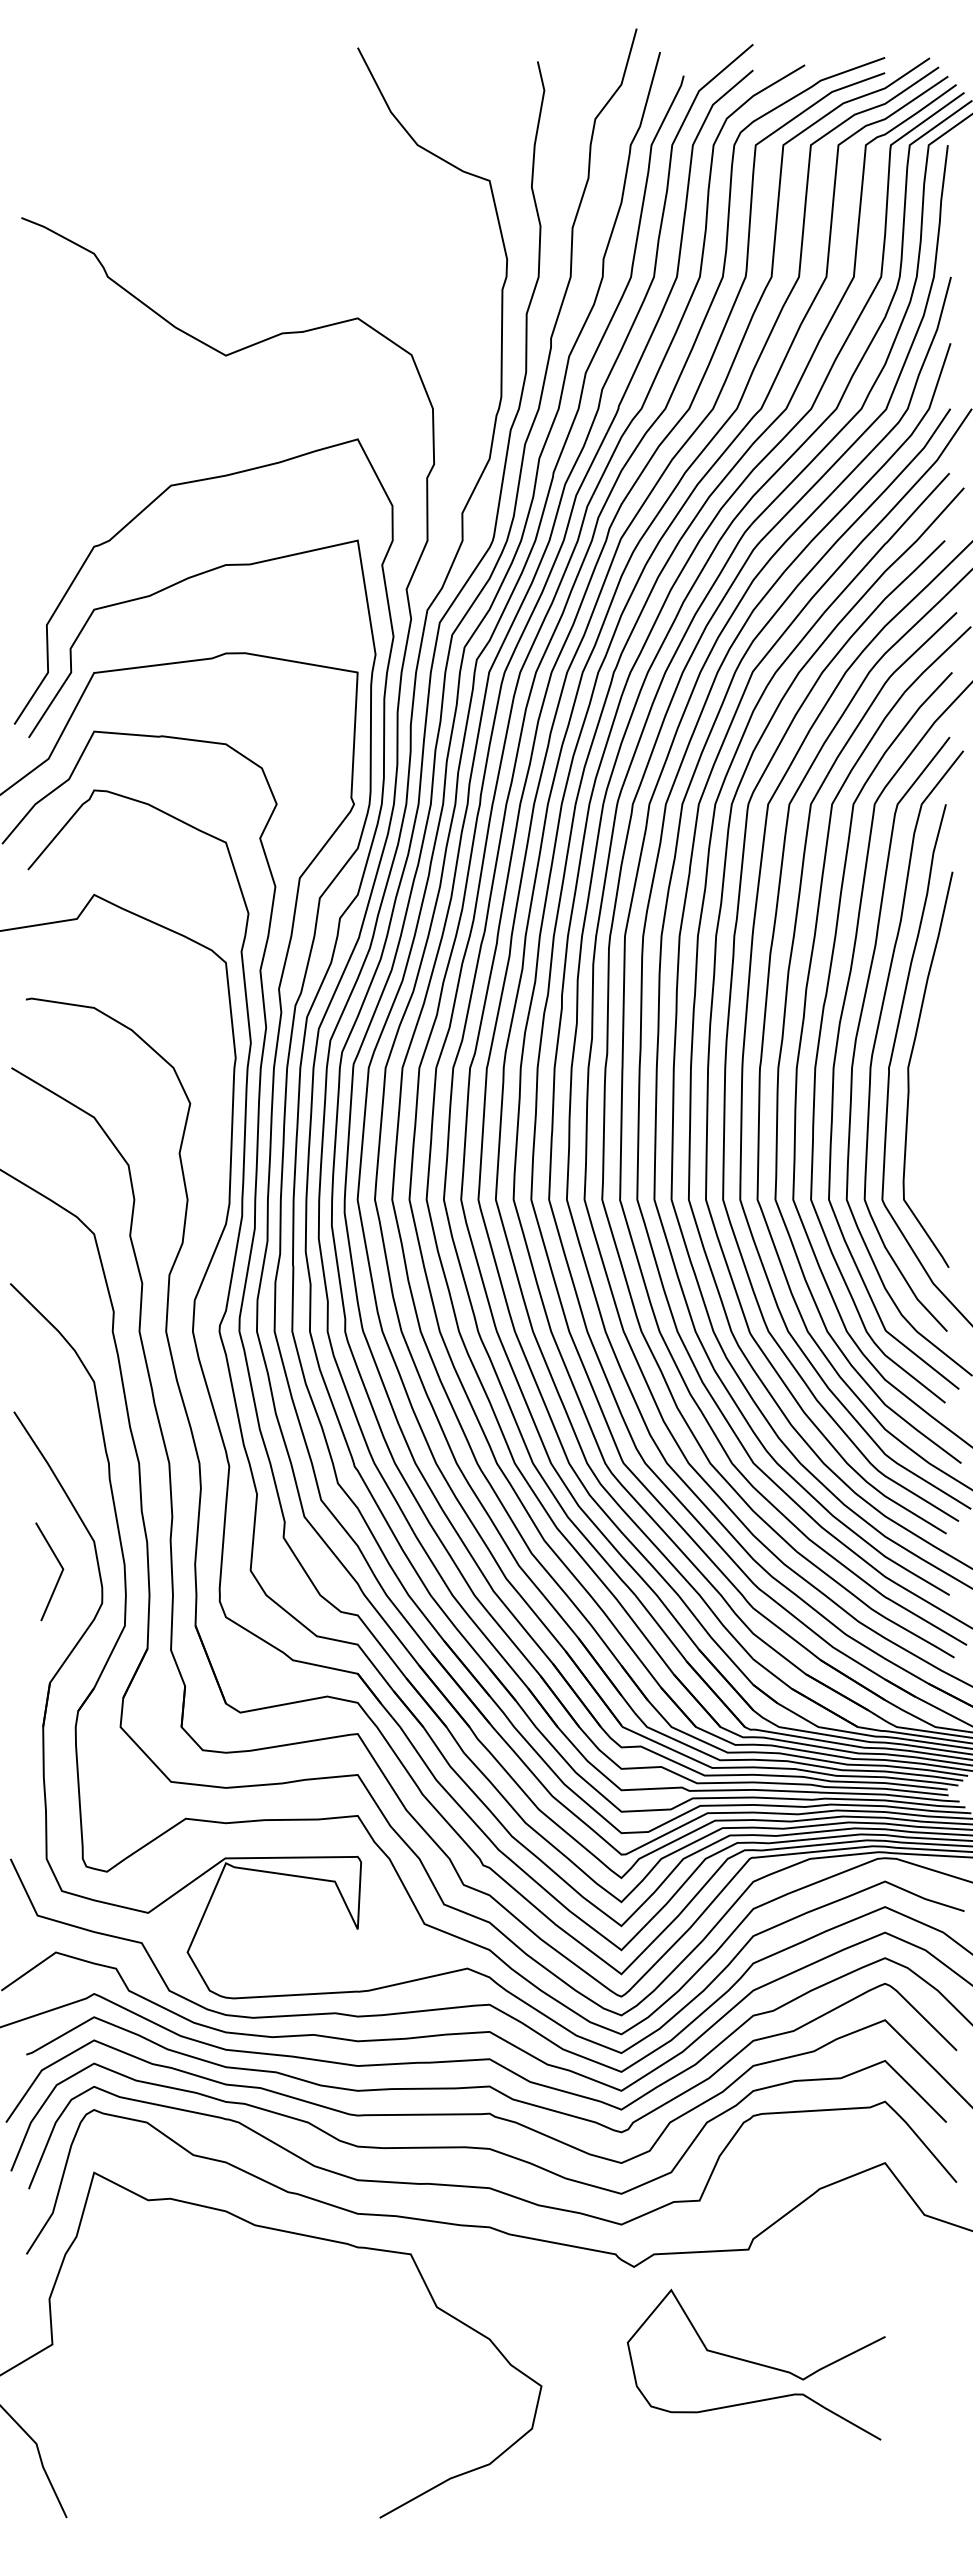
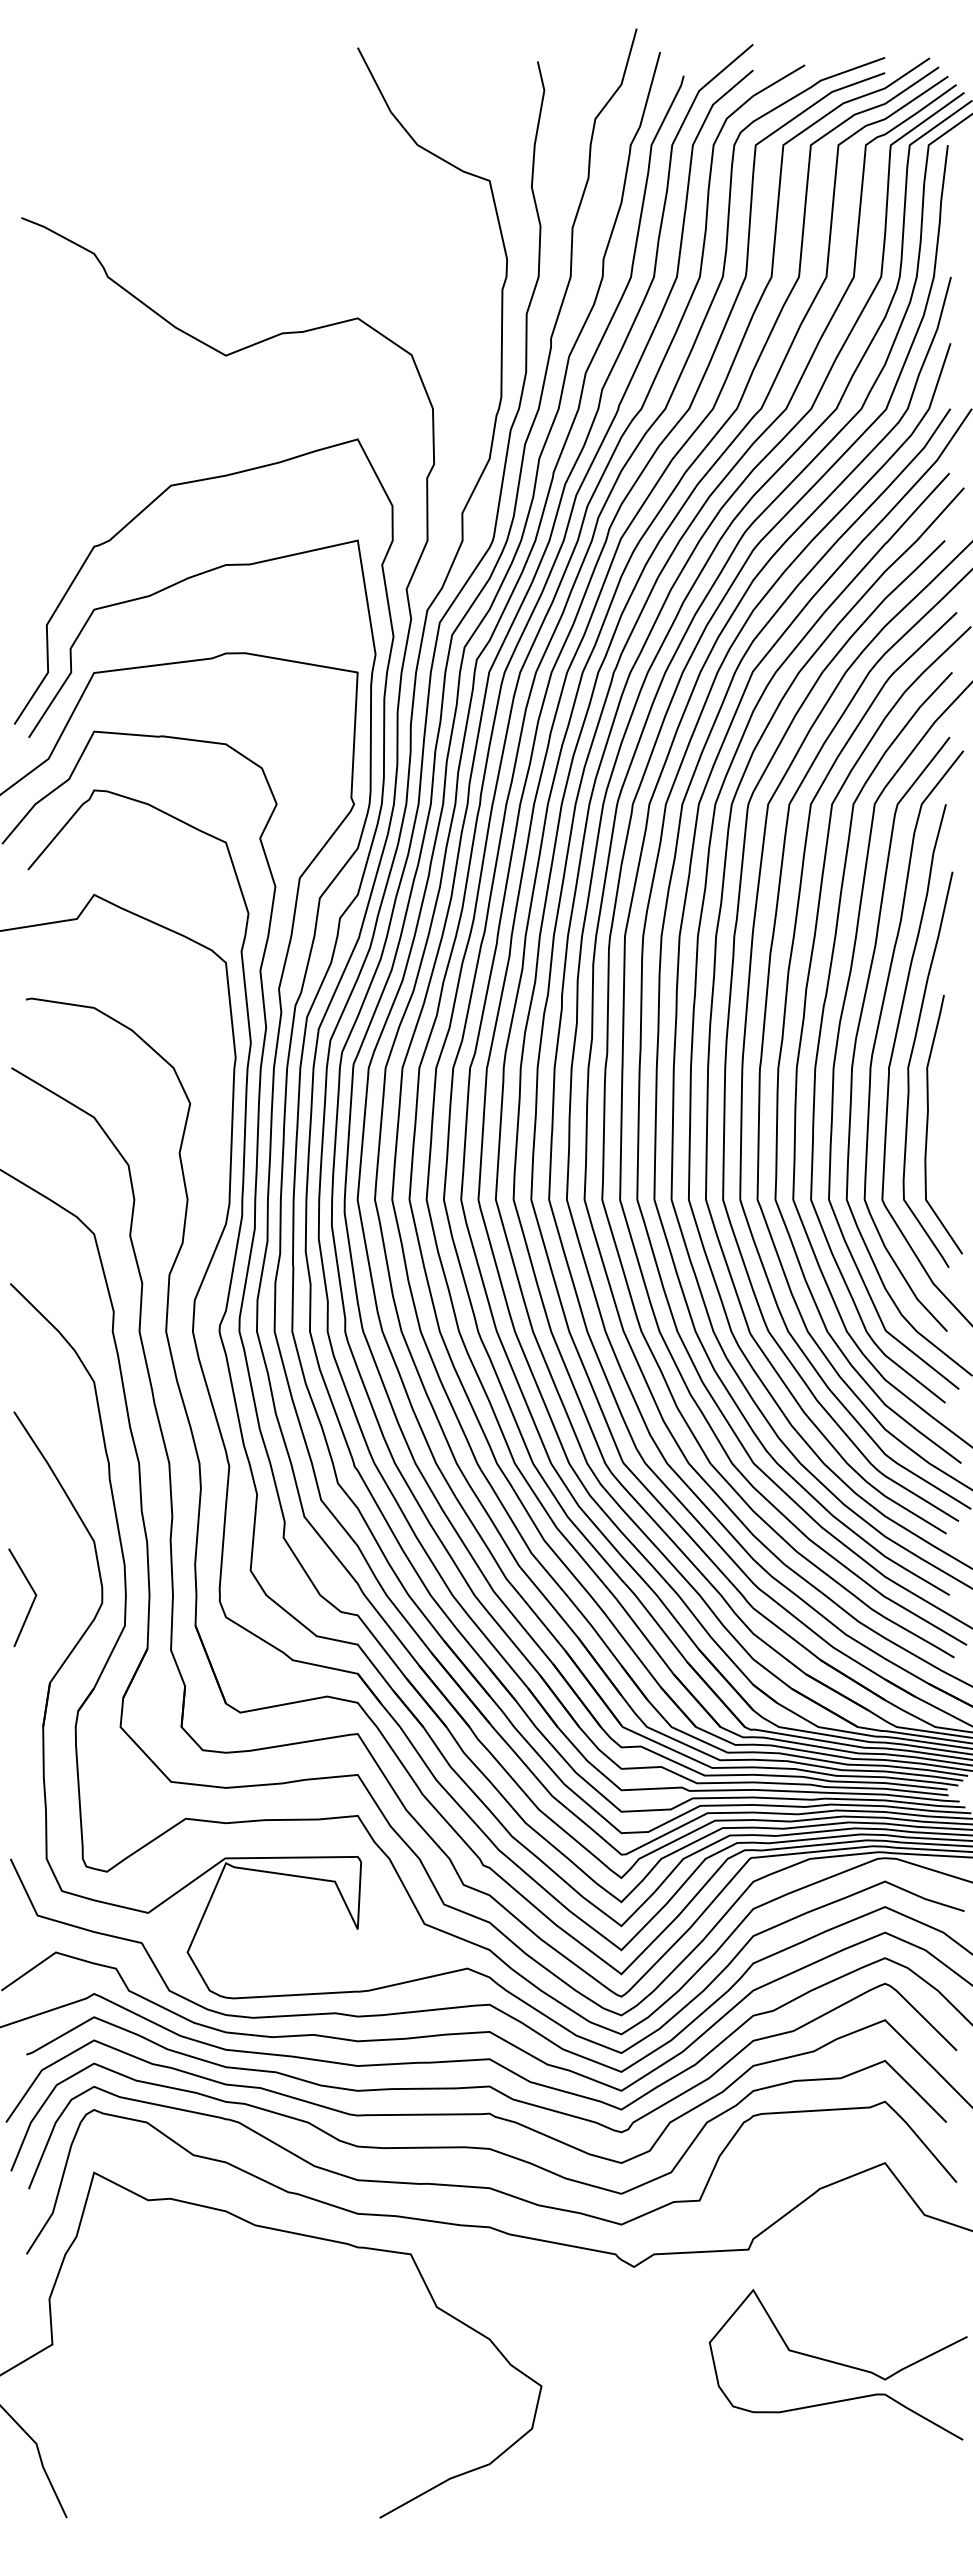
curve at (928, 1124): none -> present
line at (59, 1575) position: (59, 1575) -> (32, 1601)
curve at (755, 2364) position: (755, 2364) -> (837, 2364)
